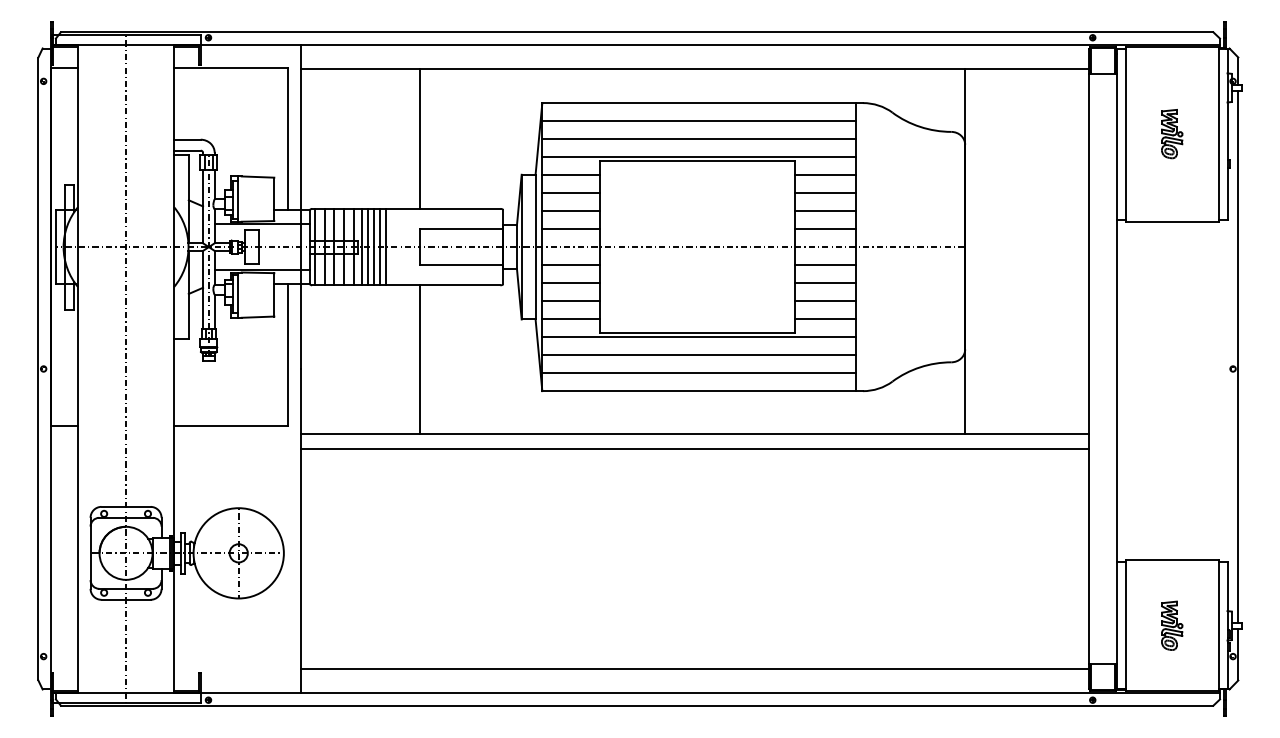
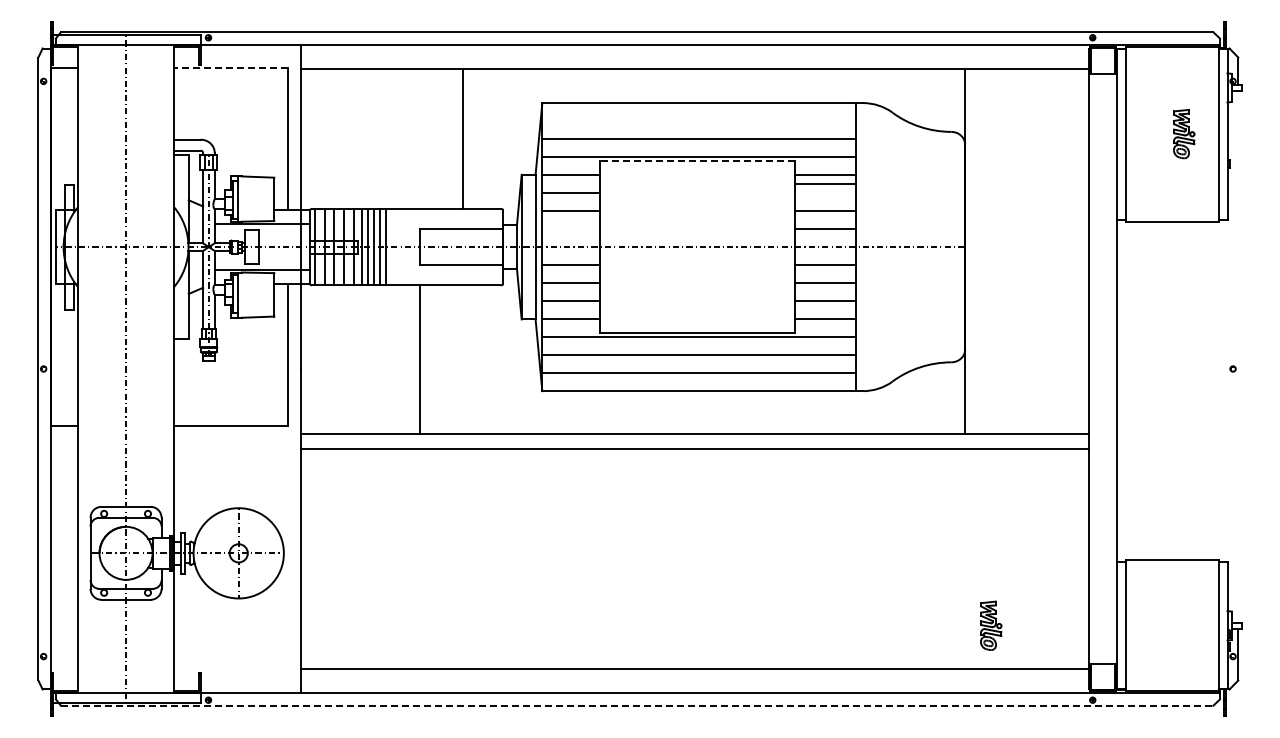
line at (230, 67): solid -> dashed
line at (699, 121): present -> none
part at (1172, 134) position: (1172, 134) -> (1184, 134)
line at (419, 138) position: (419, 138) -> (462, 138)
line at (696, 161): solid -> dashed
line at (825, 193) position: (825, 193) -> (825, 184)
line at (571, 229): present -> none
line at (1238, 356): present -> none
part at (1172, 625) position: (1172, 625) -> (991, 625)
line at (637, 705): solid -> dashed
